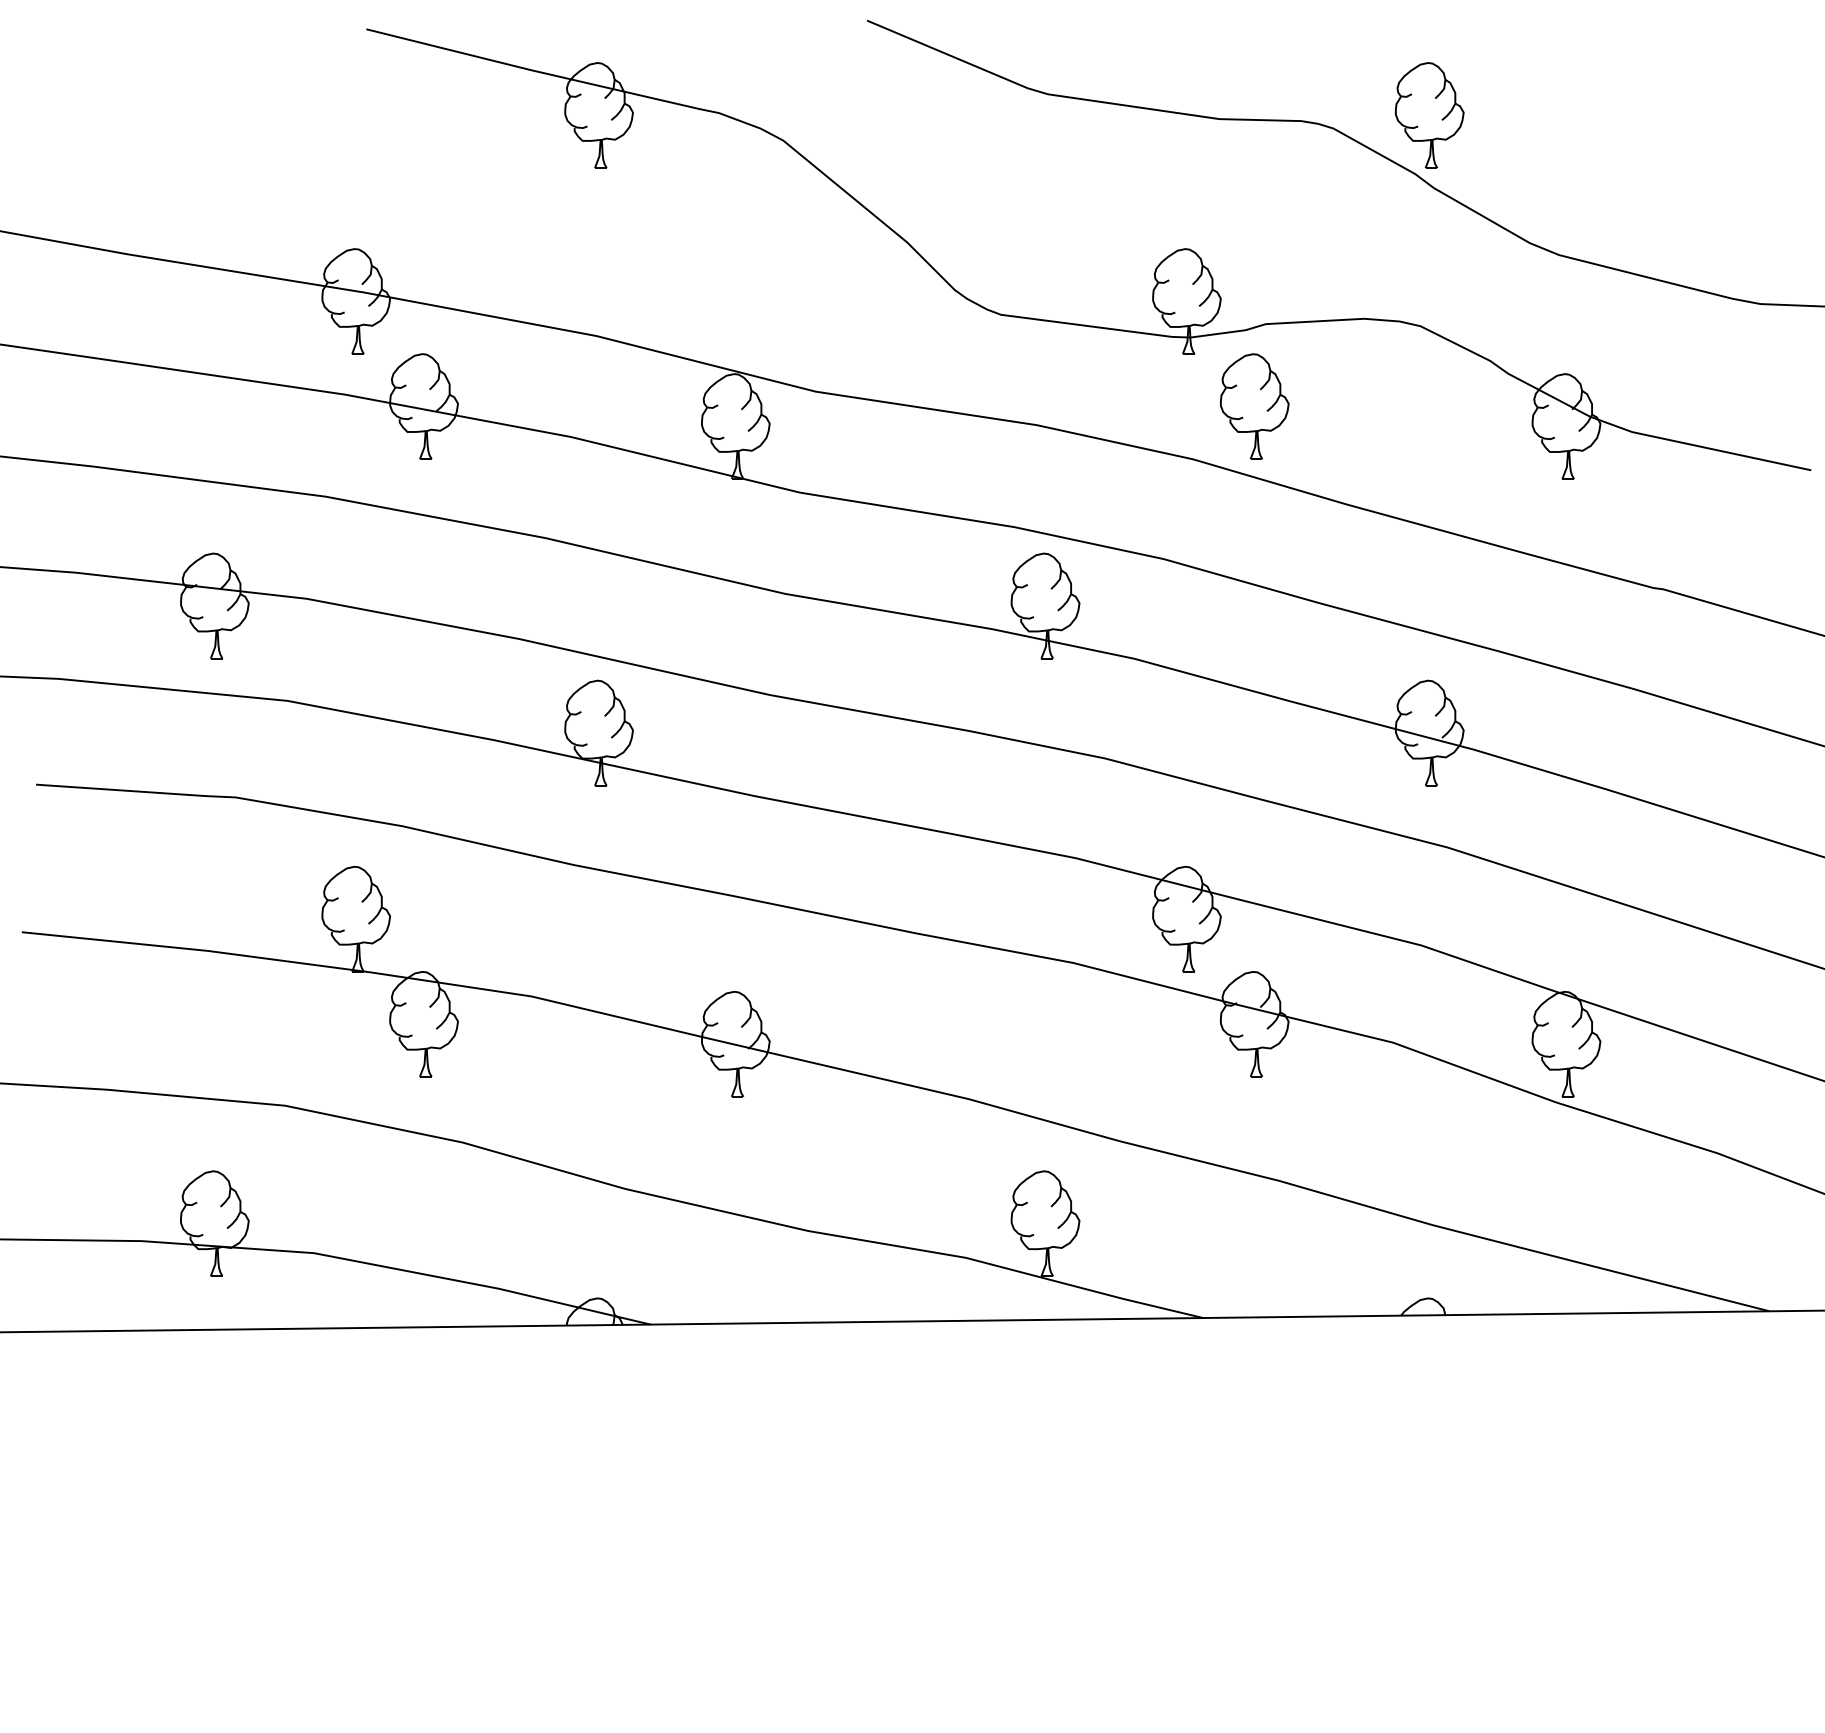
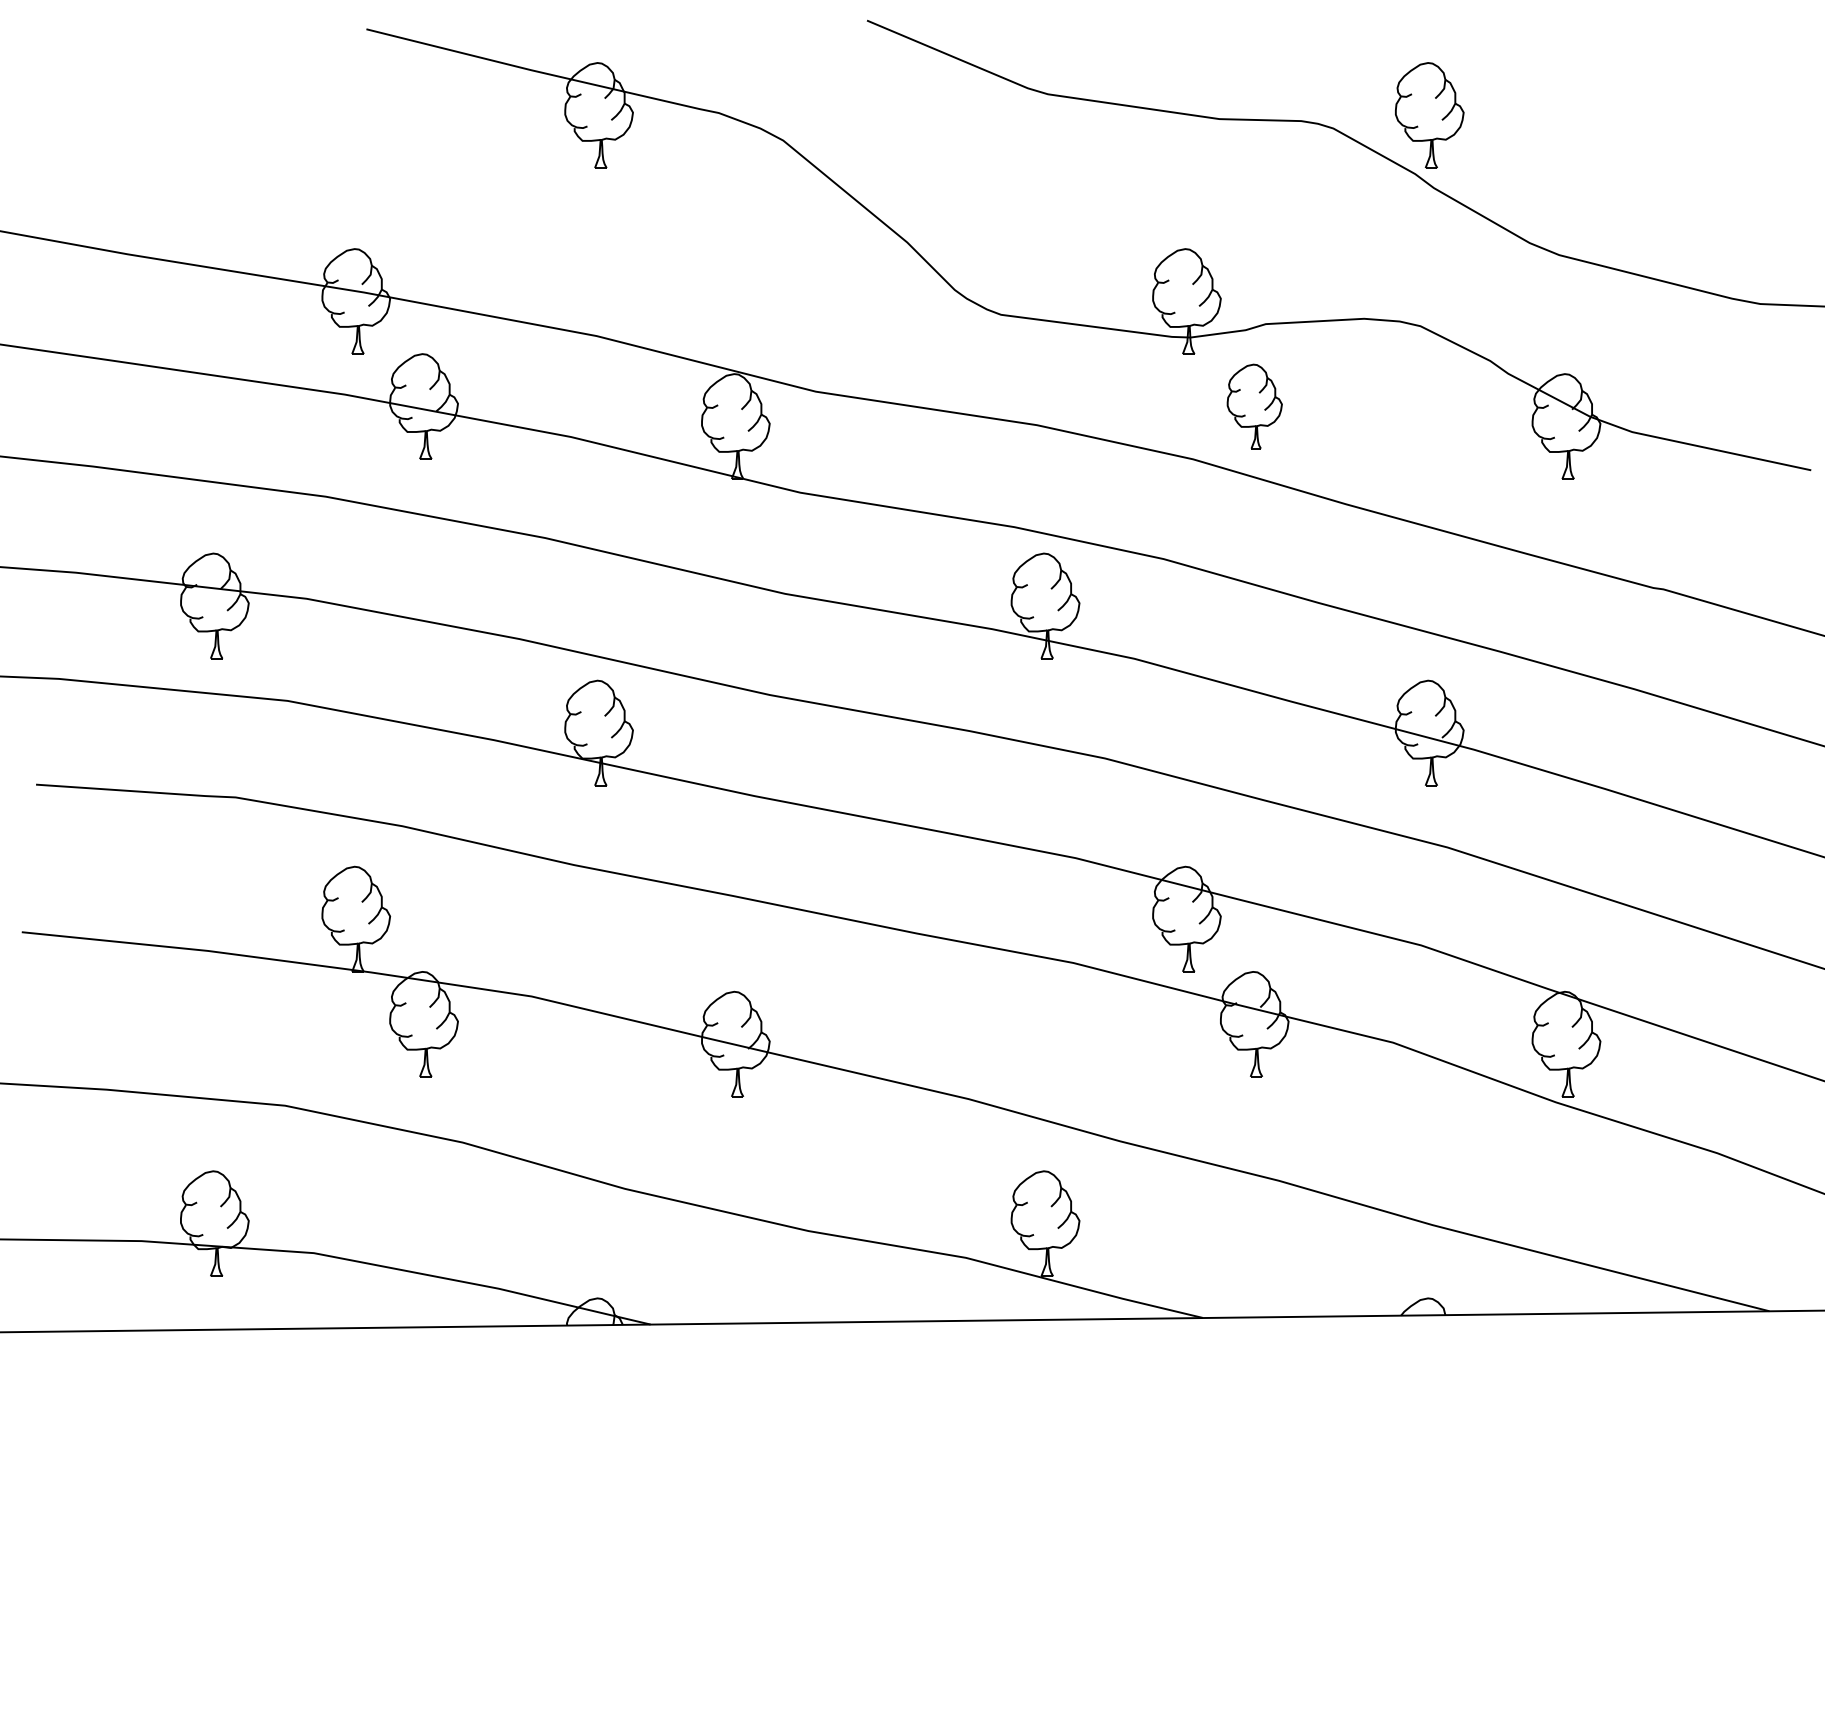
part at (1254, 406) size: 70x107 px -> 57x87 px
